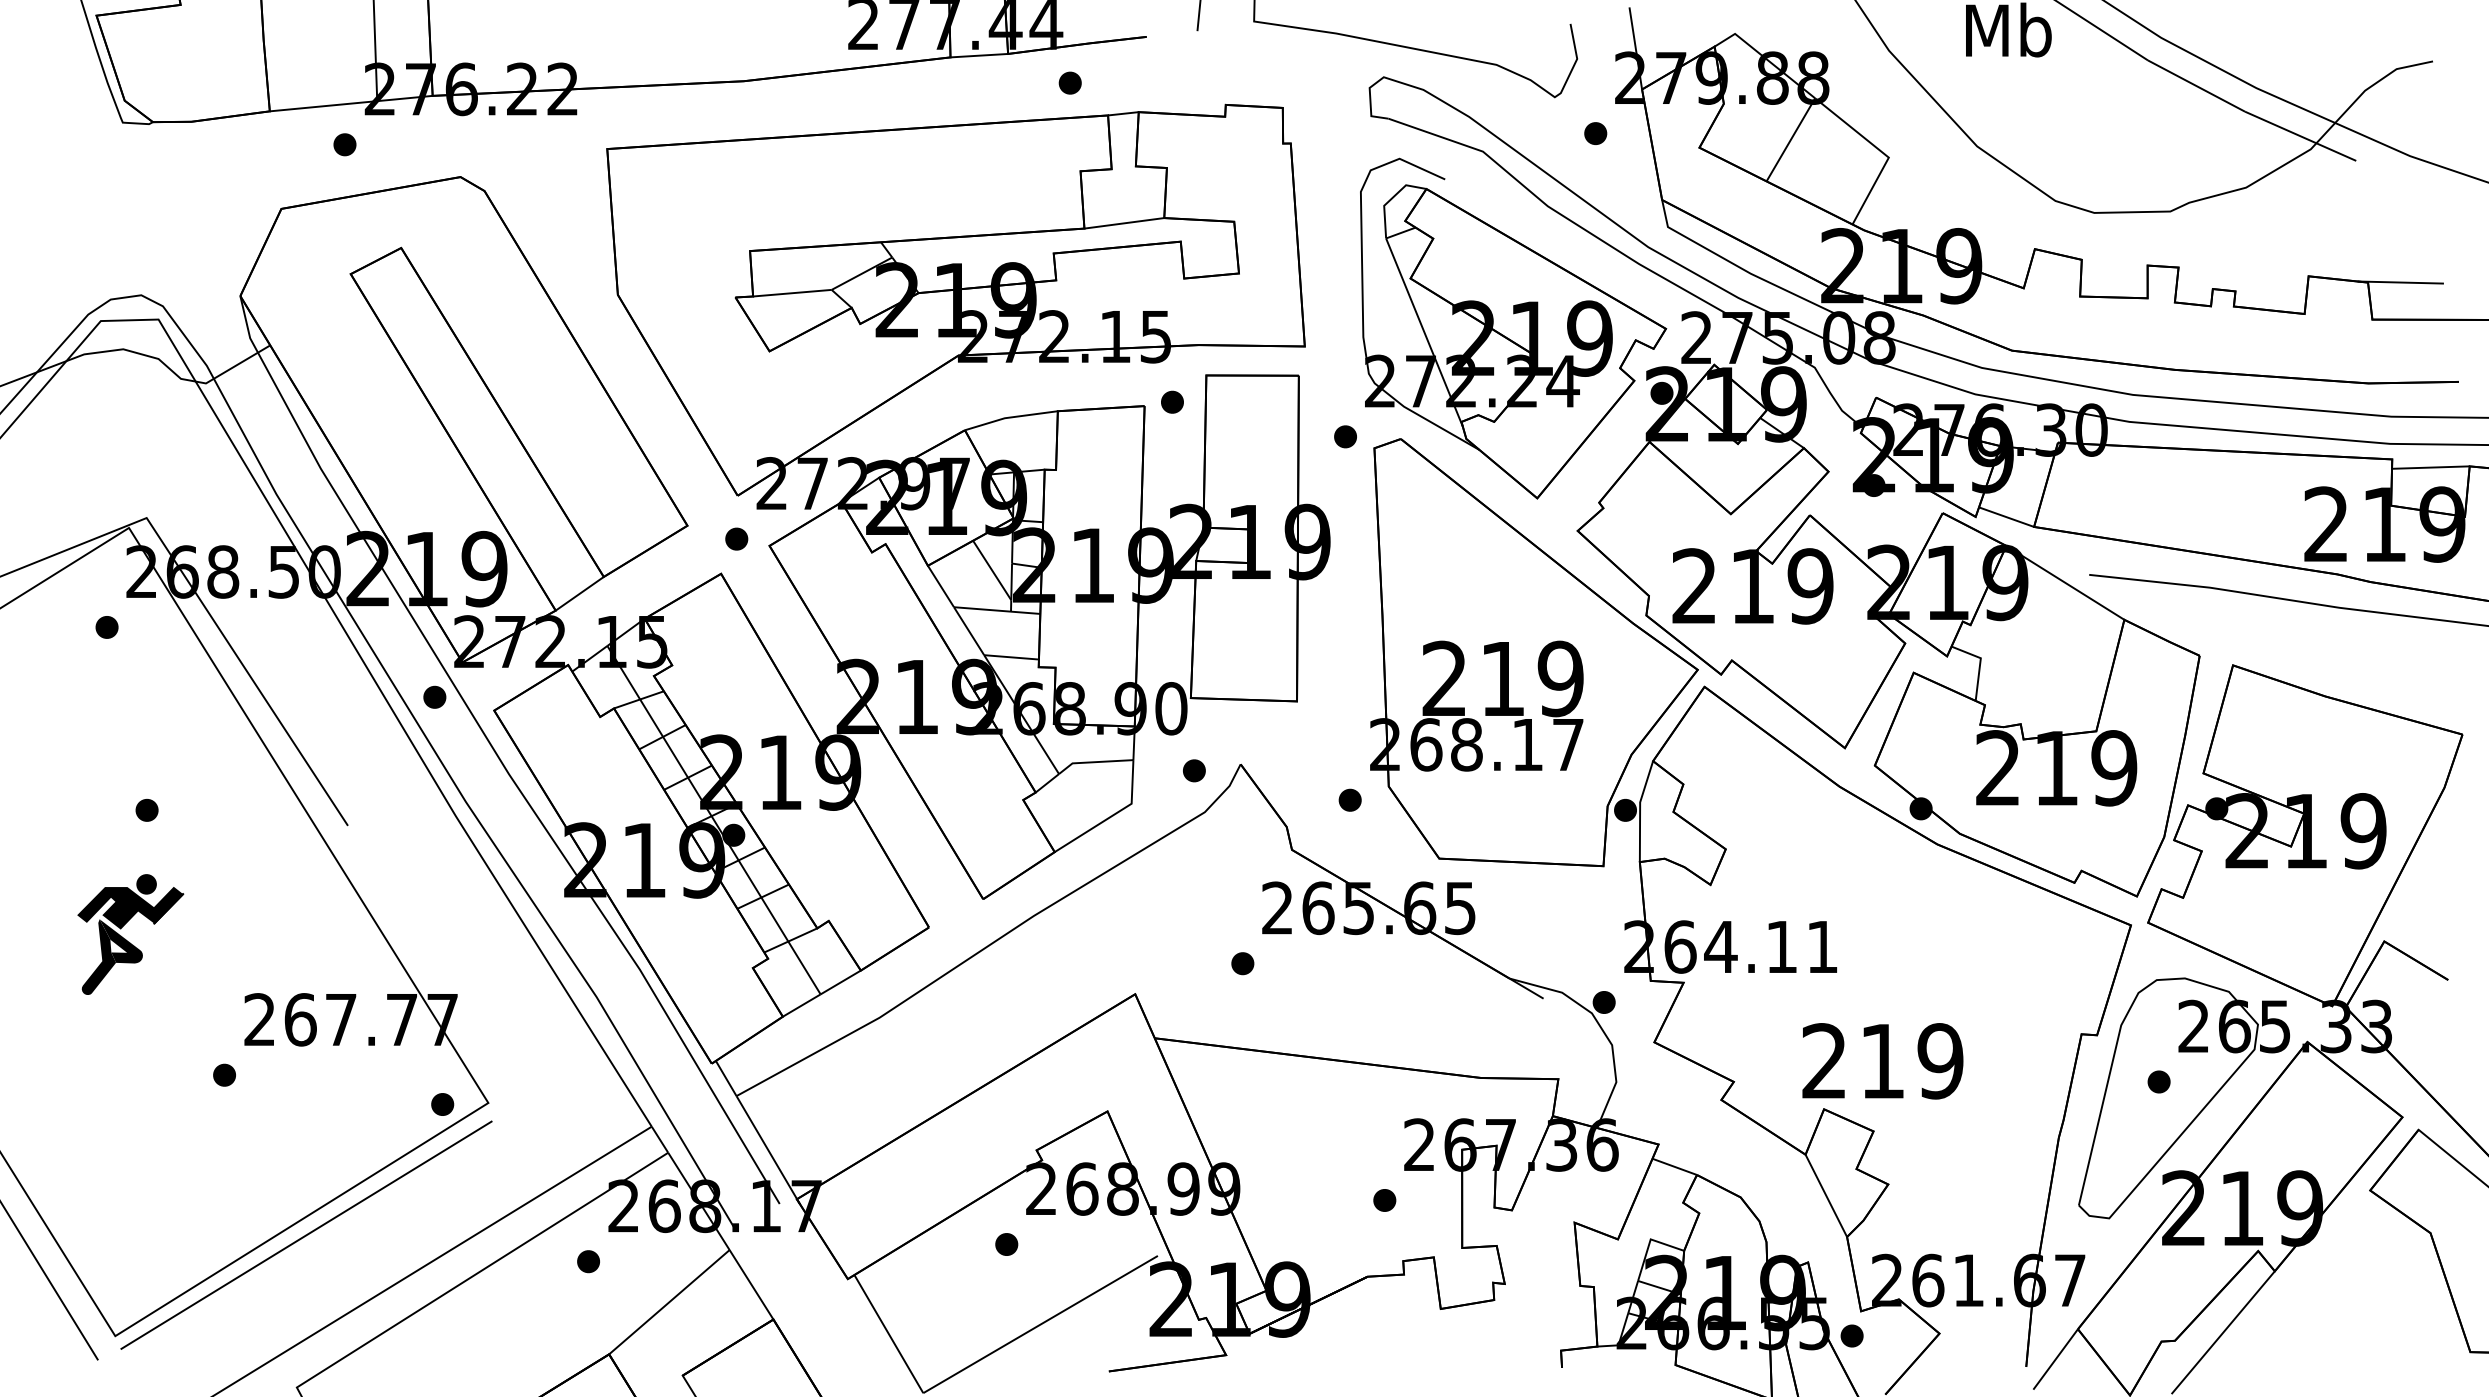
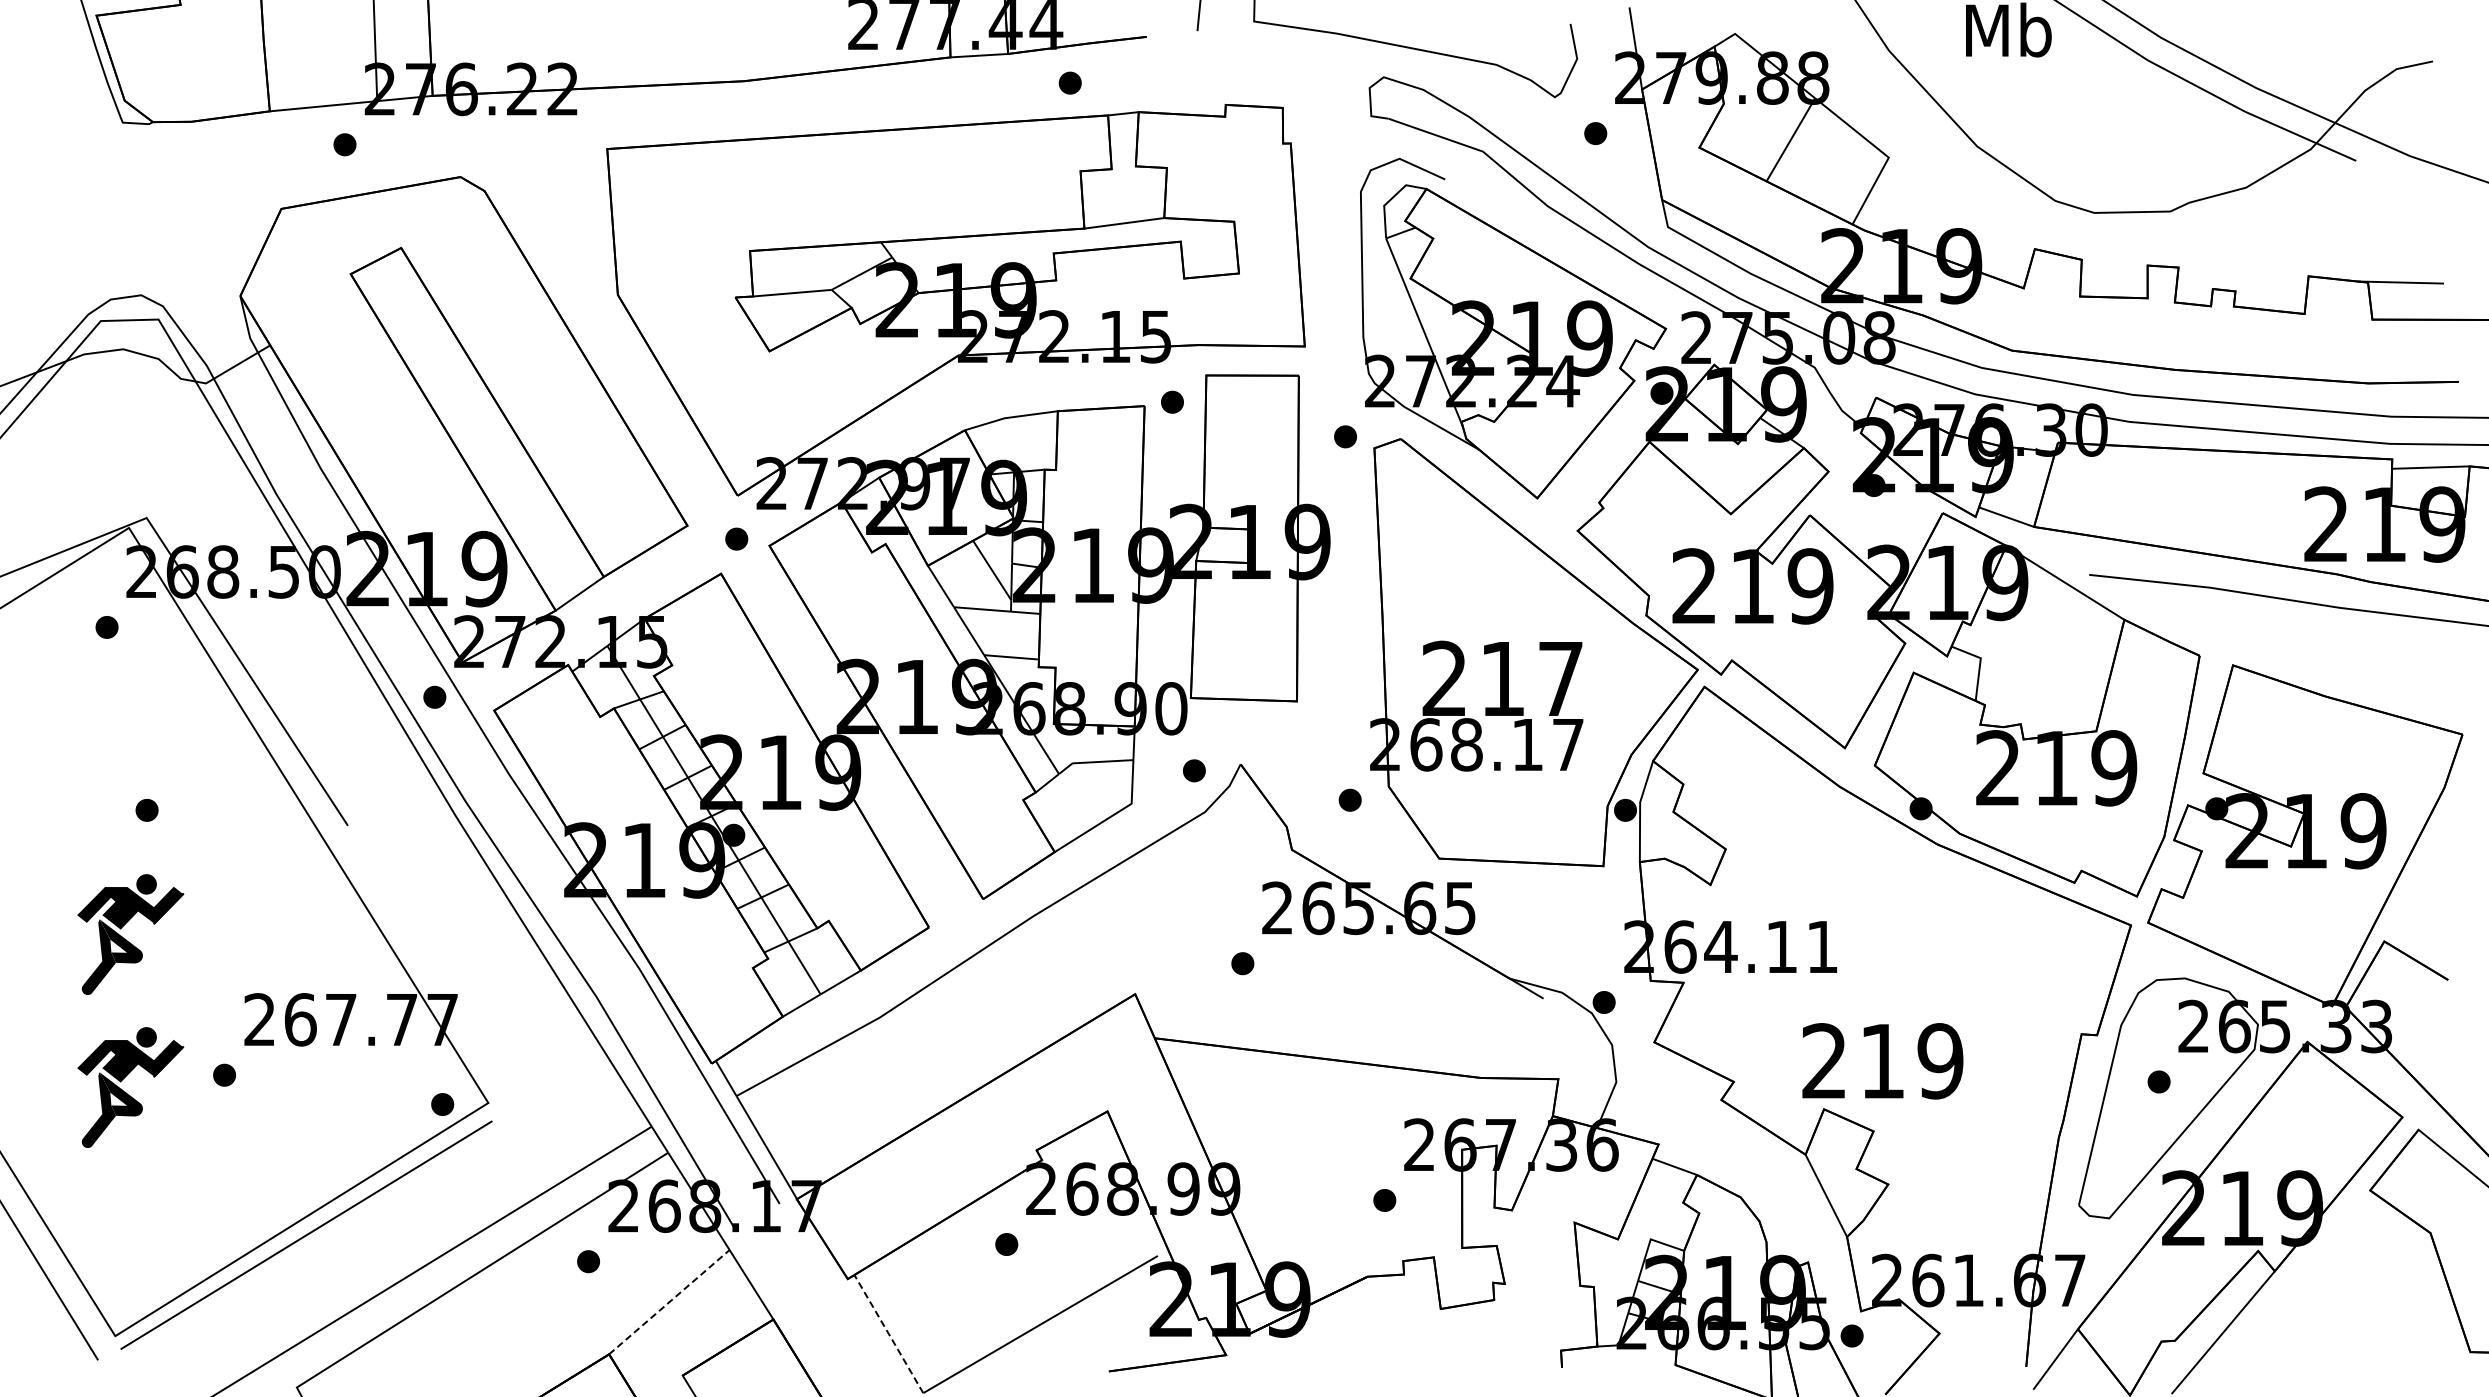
text at (1560, 678): 219 -> 217
part at (125, 1091): none -> present
line at (669, 1302): solid -> dashed
line at (888, 1333): solid -> dashed
